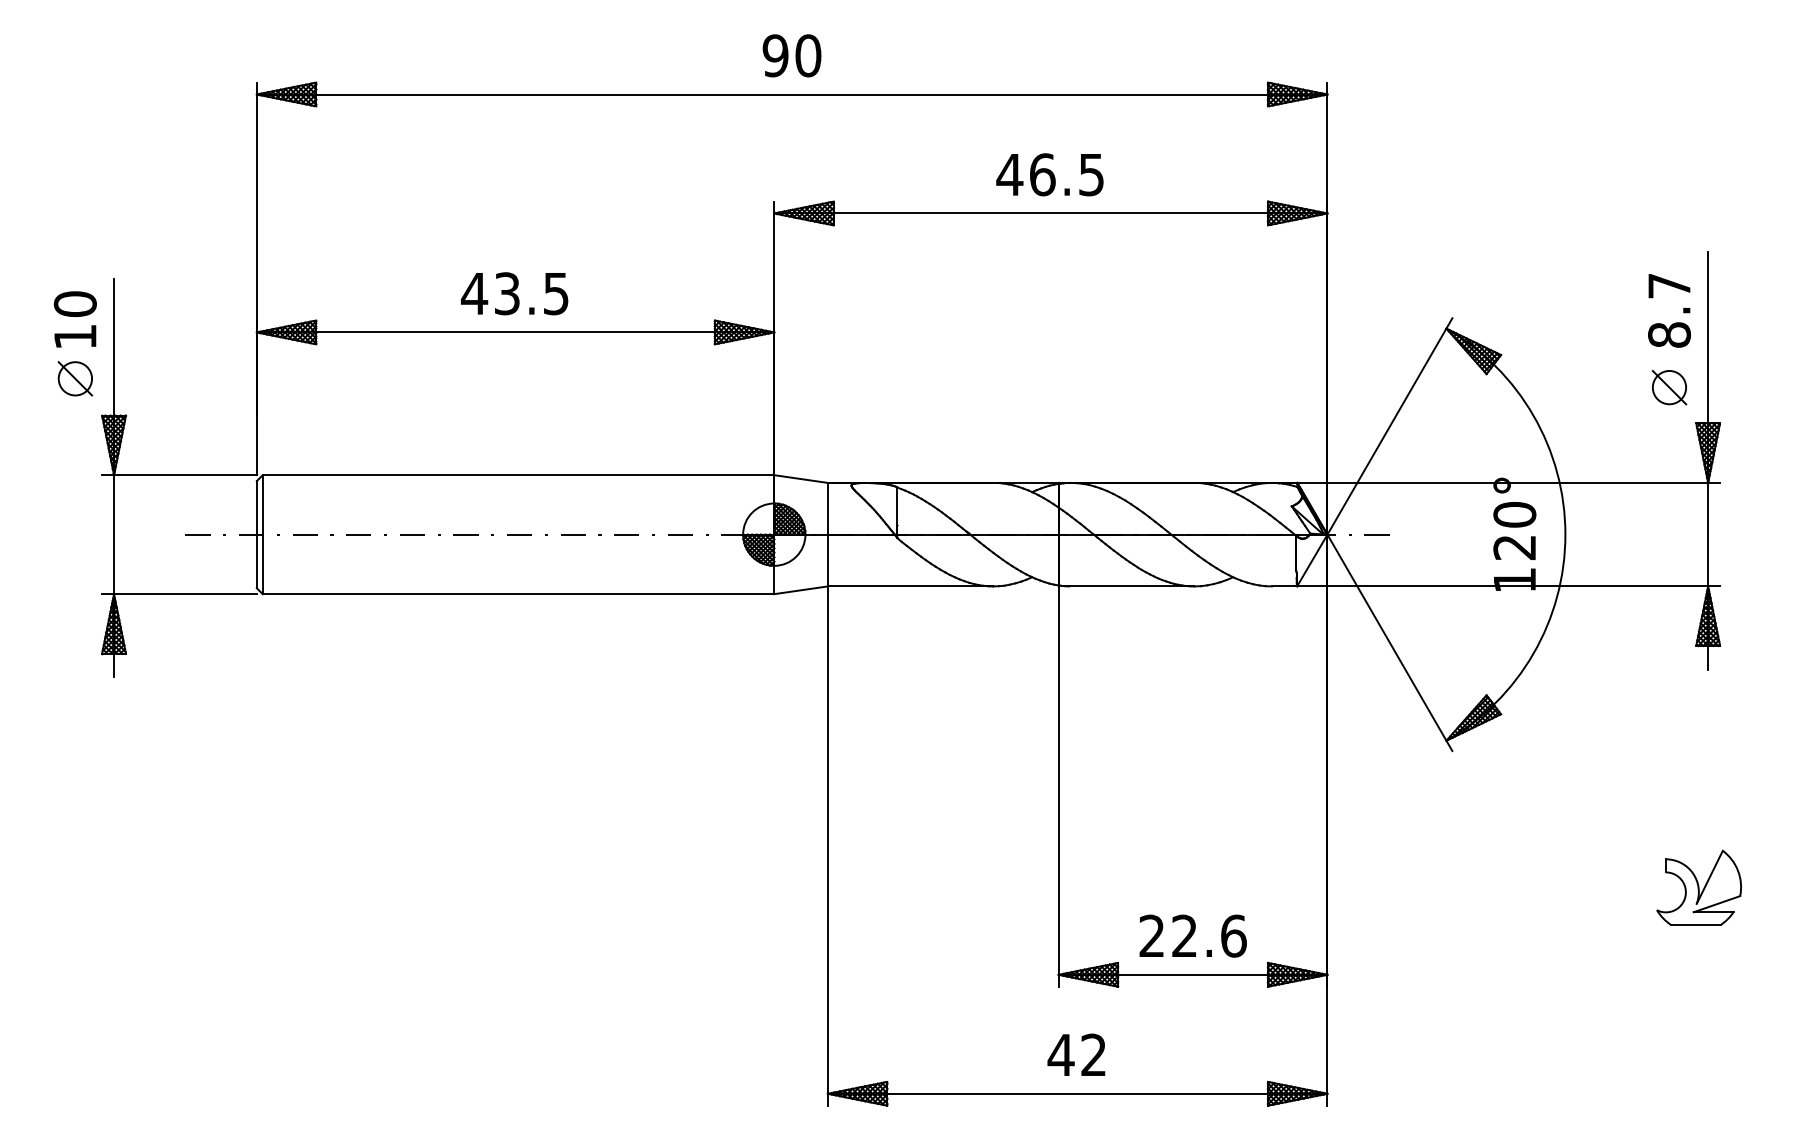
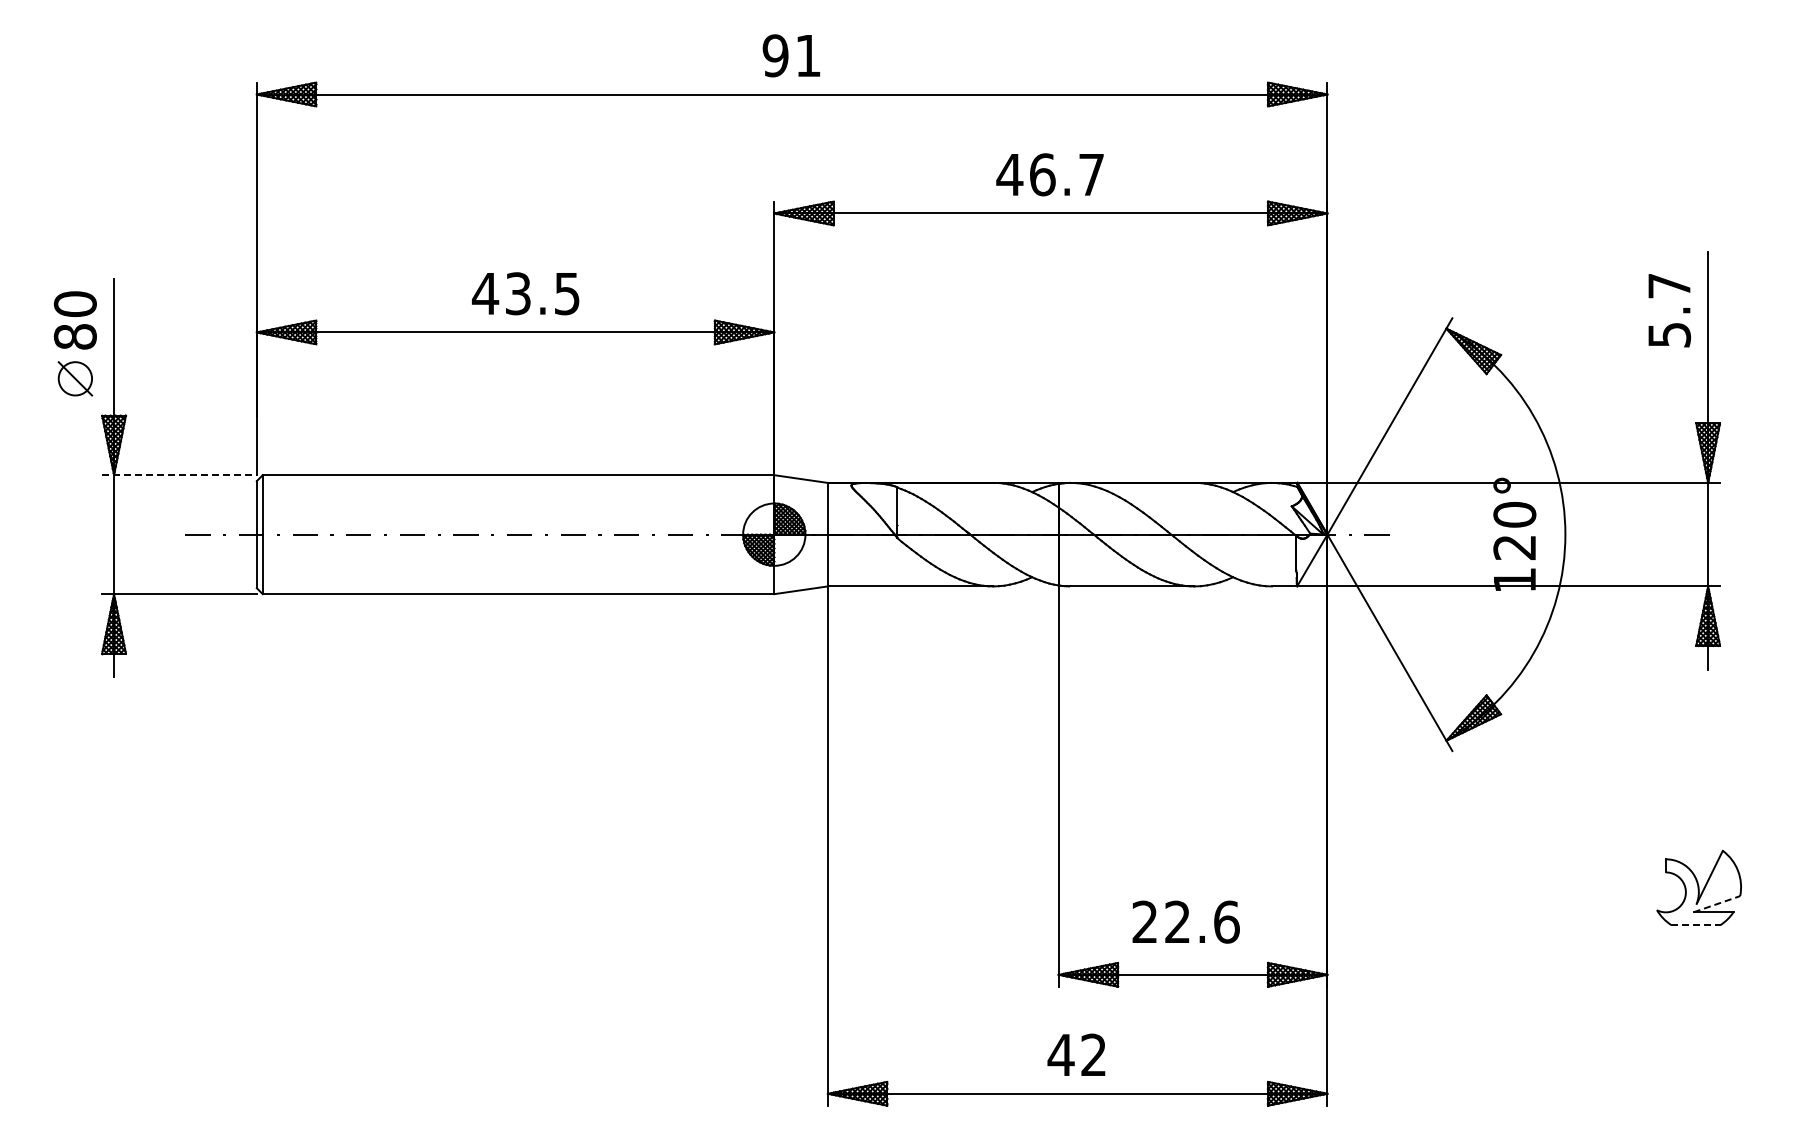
text at (808, 55): 90 -> 91
text at (1091, 175): 46.5 -> 46.7
text at (514, 293) position: (514, 293) -> (525, 293)
text at (1669, 334): 8.7 -> 5.7
text at (74, 336): 10 -> 80
part at (1669, 387): present -> none
line at (179, 475): solid -> dashed
line at (1716, 904): solid -> dashed
line at (1695, 925): solid -> dashed
text at (1192, 935) position: (1192, 935) -> (1185, 921)
